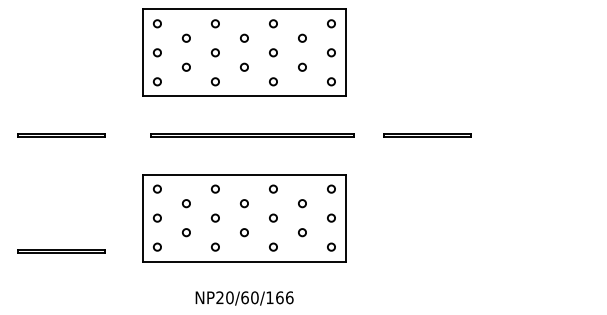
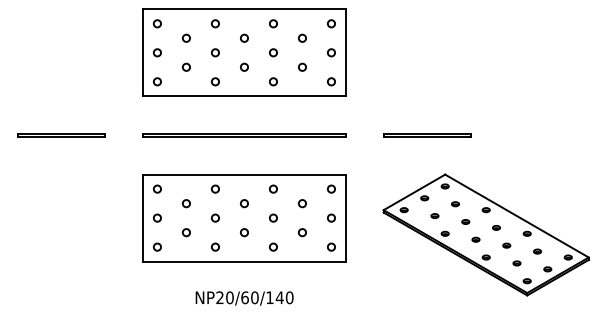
line at (252, 134) position: (252, 134) -> (244, 134)
part at (485, 234): none -> present
line at (61, 250): present -> none
text at (284, 297): NP20/60/166 -> NP20/60/140
